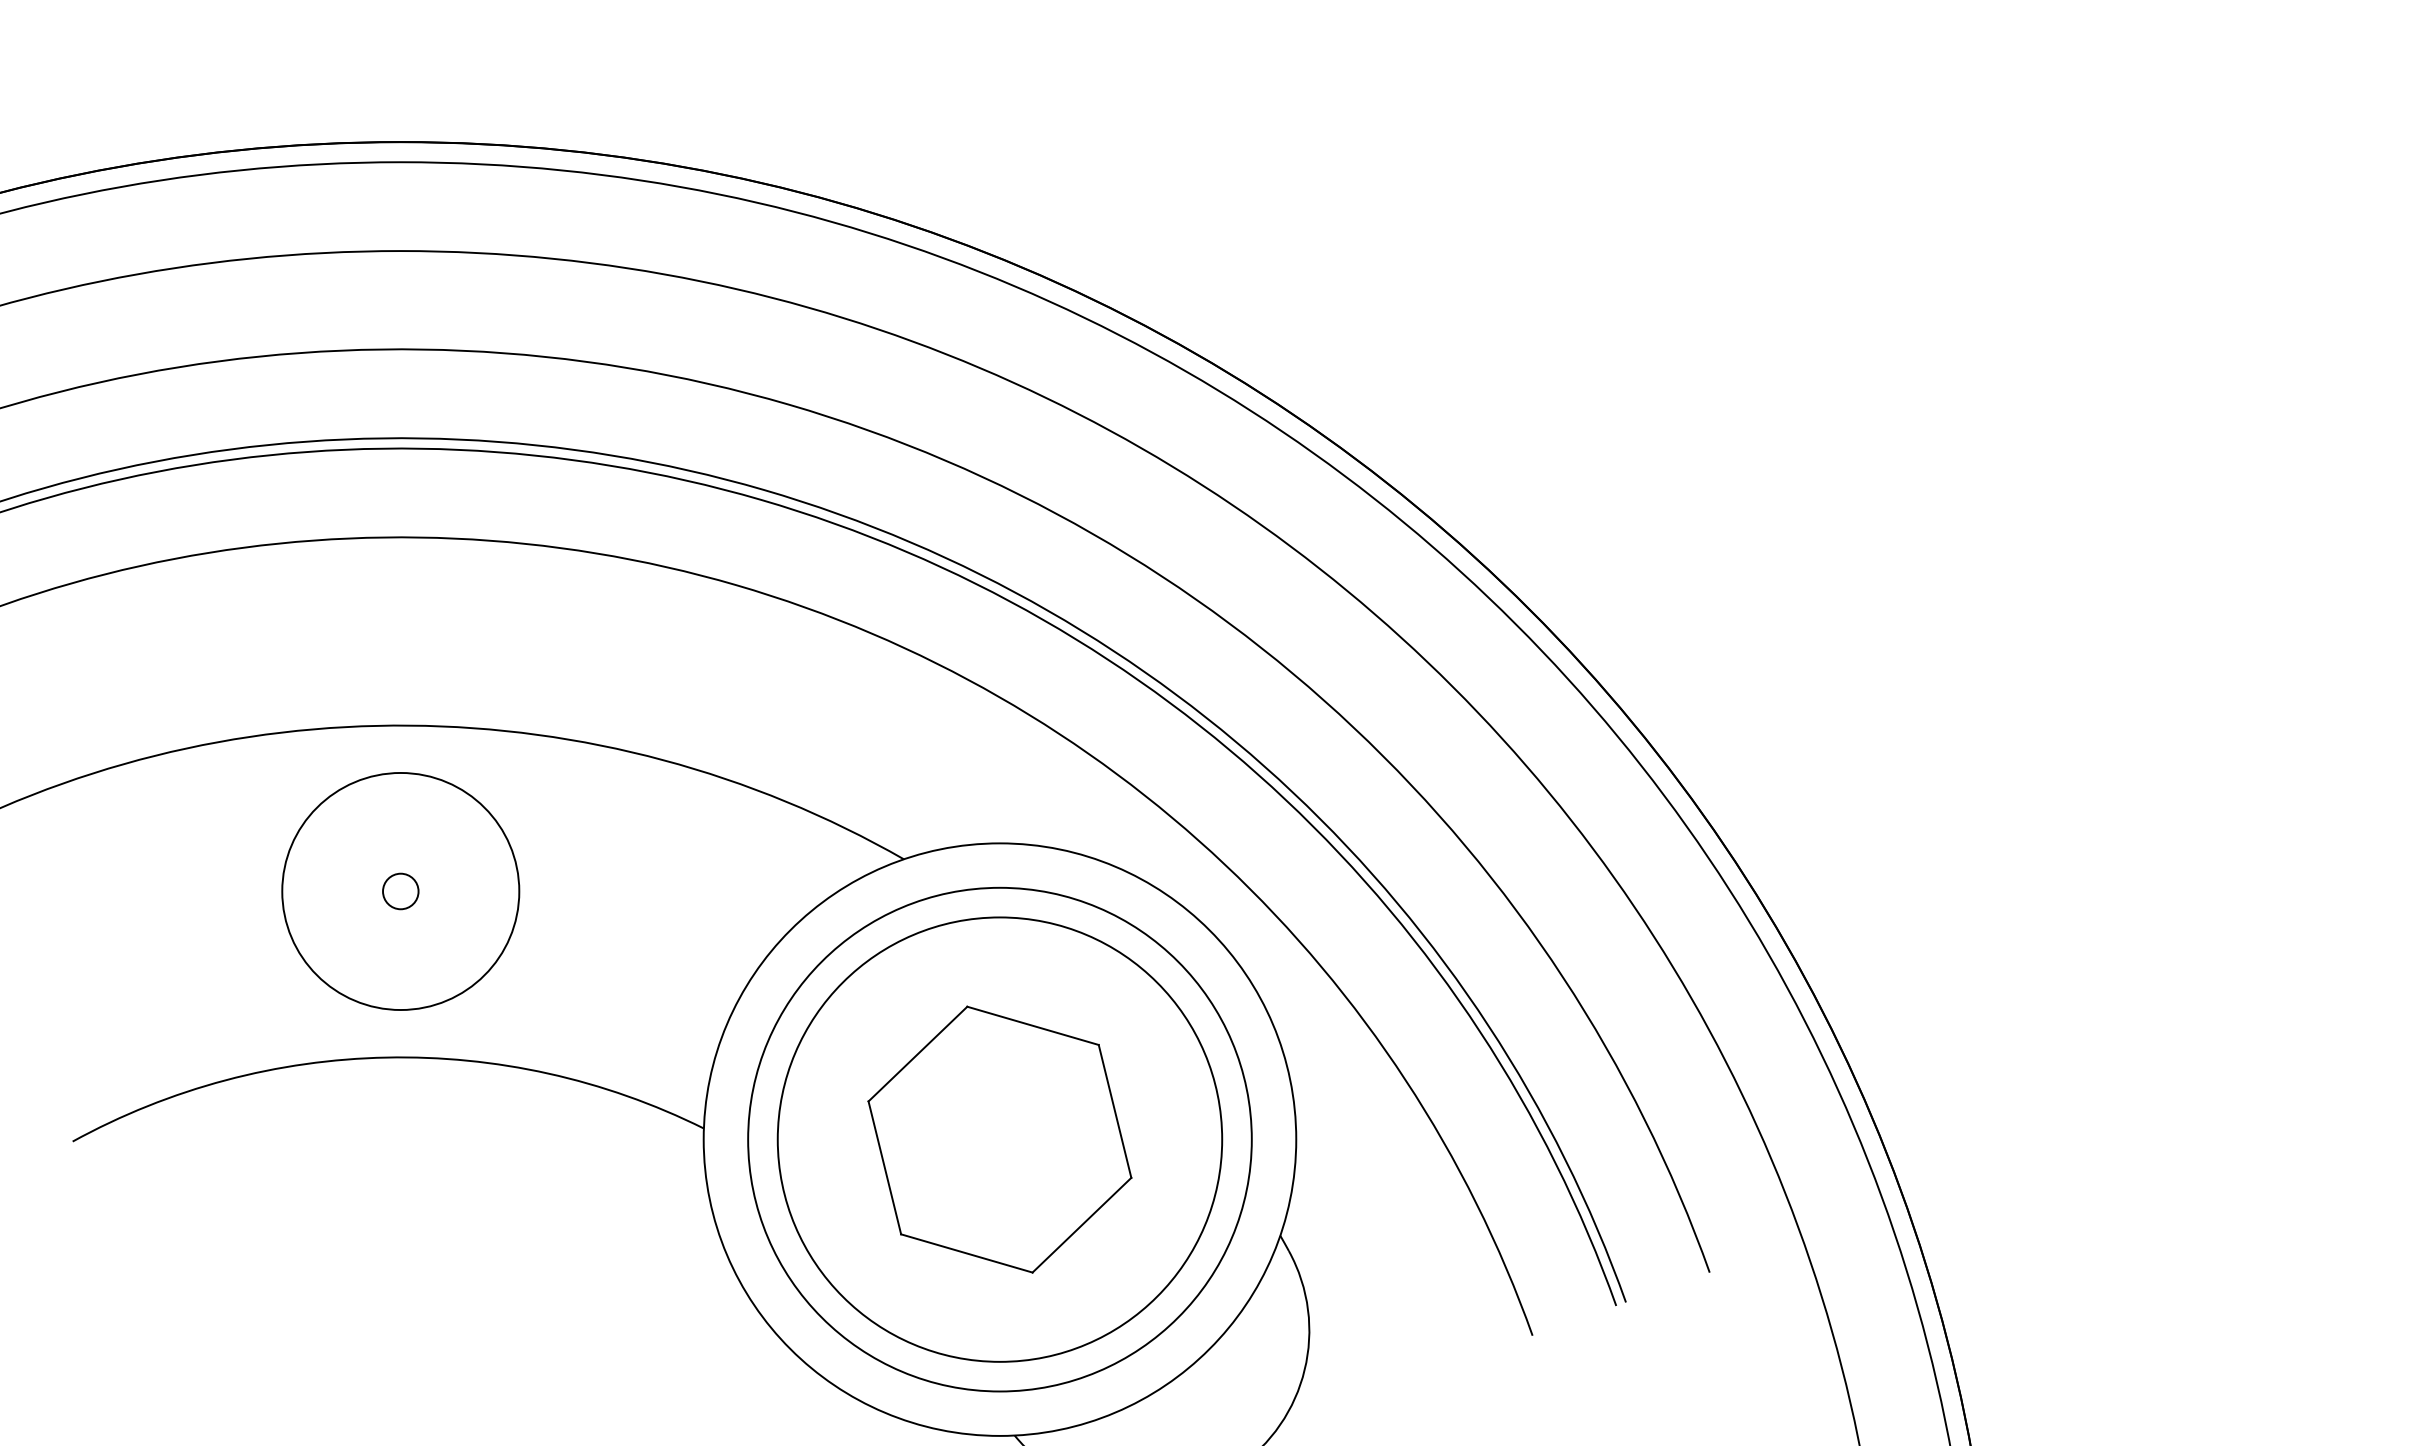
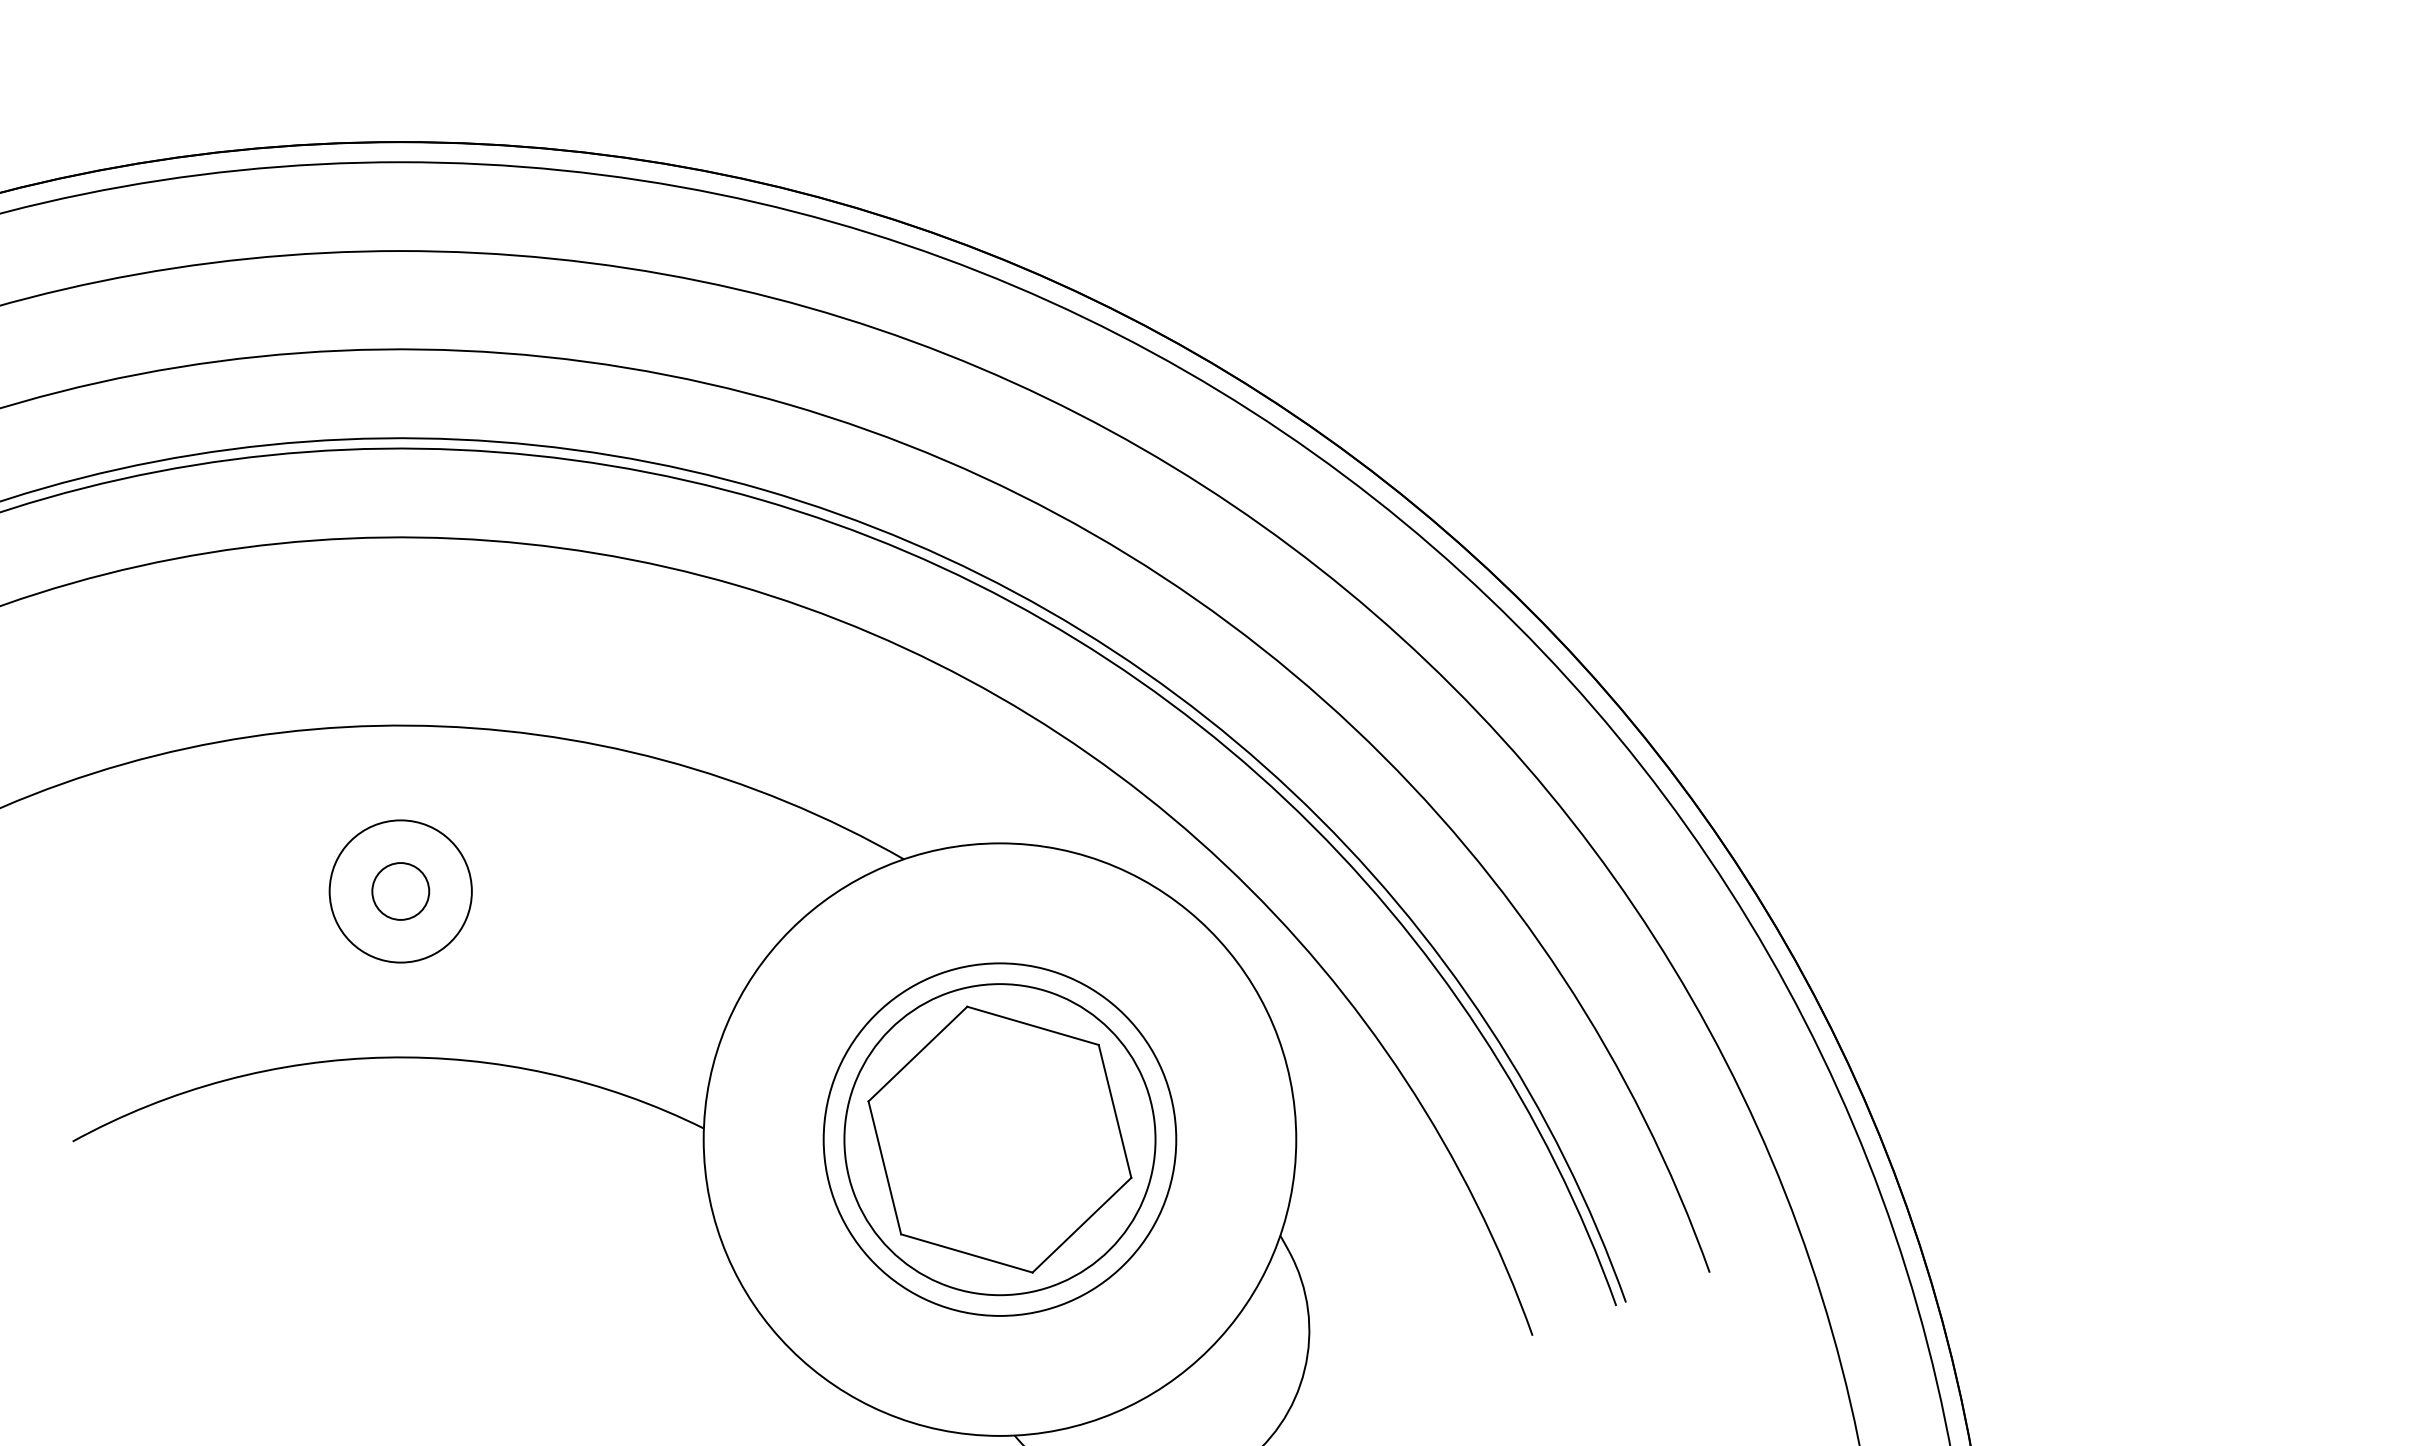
circle at (400, 891) diameter: 237 px -> 142 px
circle at (400, 891) diameter: 36 px -> 57 px
circle at (999, 1139) diameter: 444 px -> 311 px
circle at (999, 1139) diameter: 504 px -> 353 px
